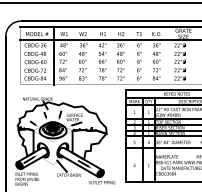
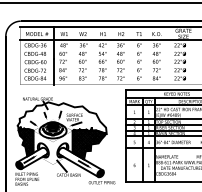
hatch at (25, 142): none -> present
hatch at (88, 144): none -> present
